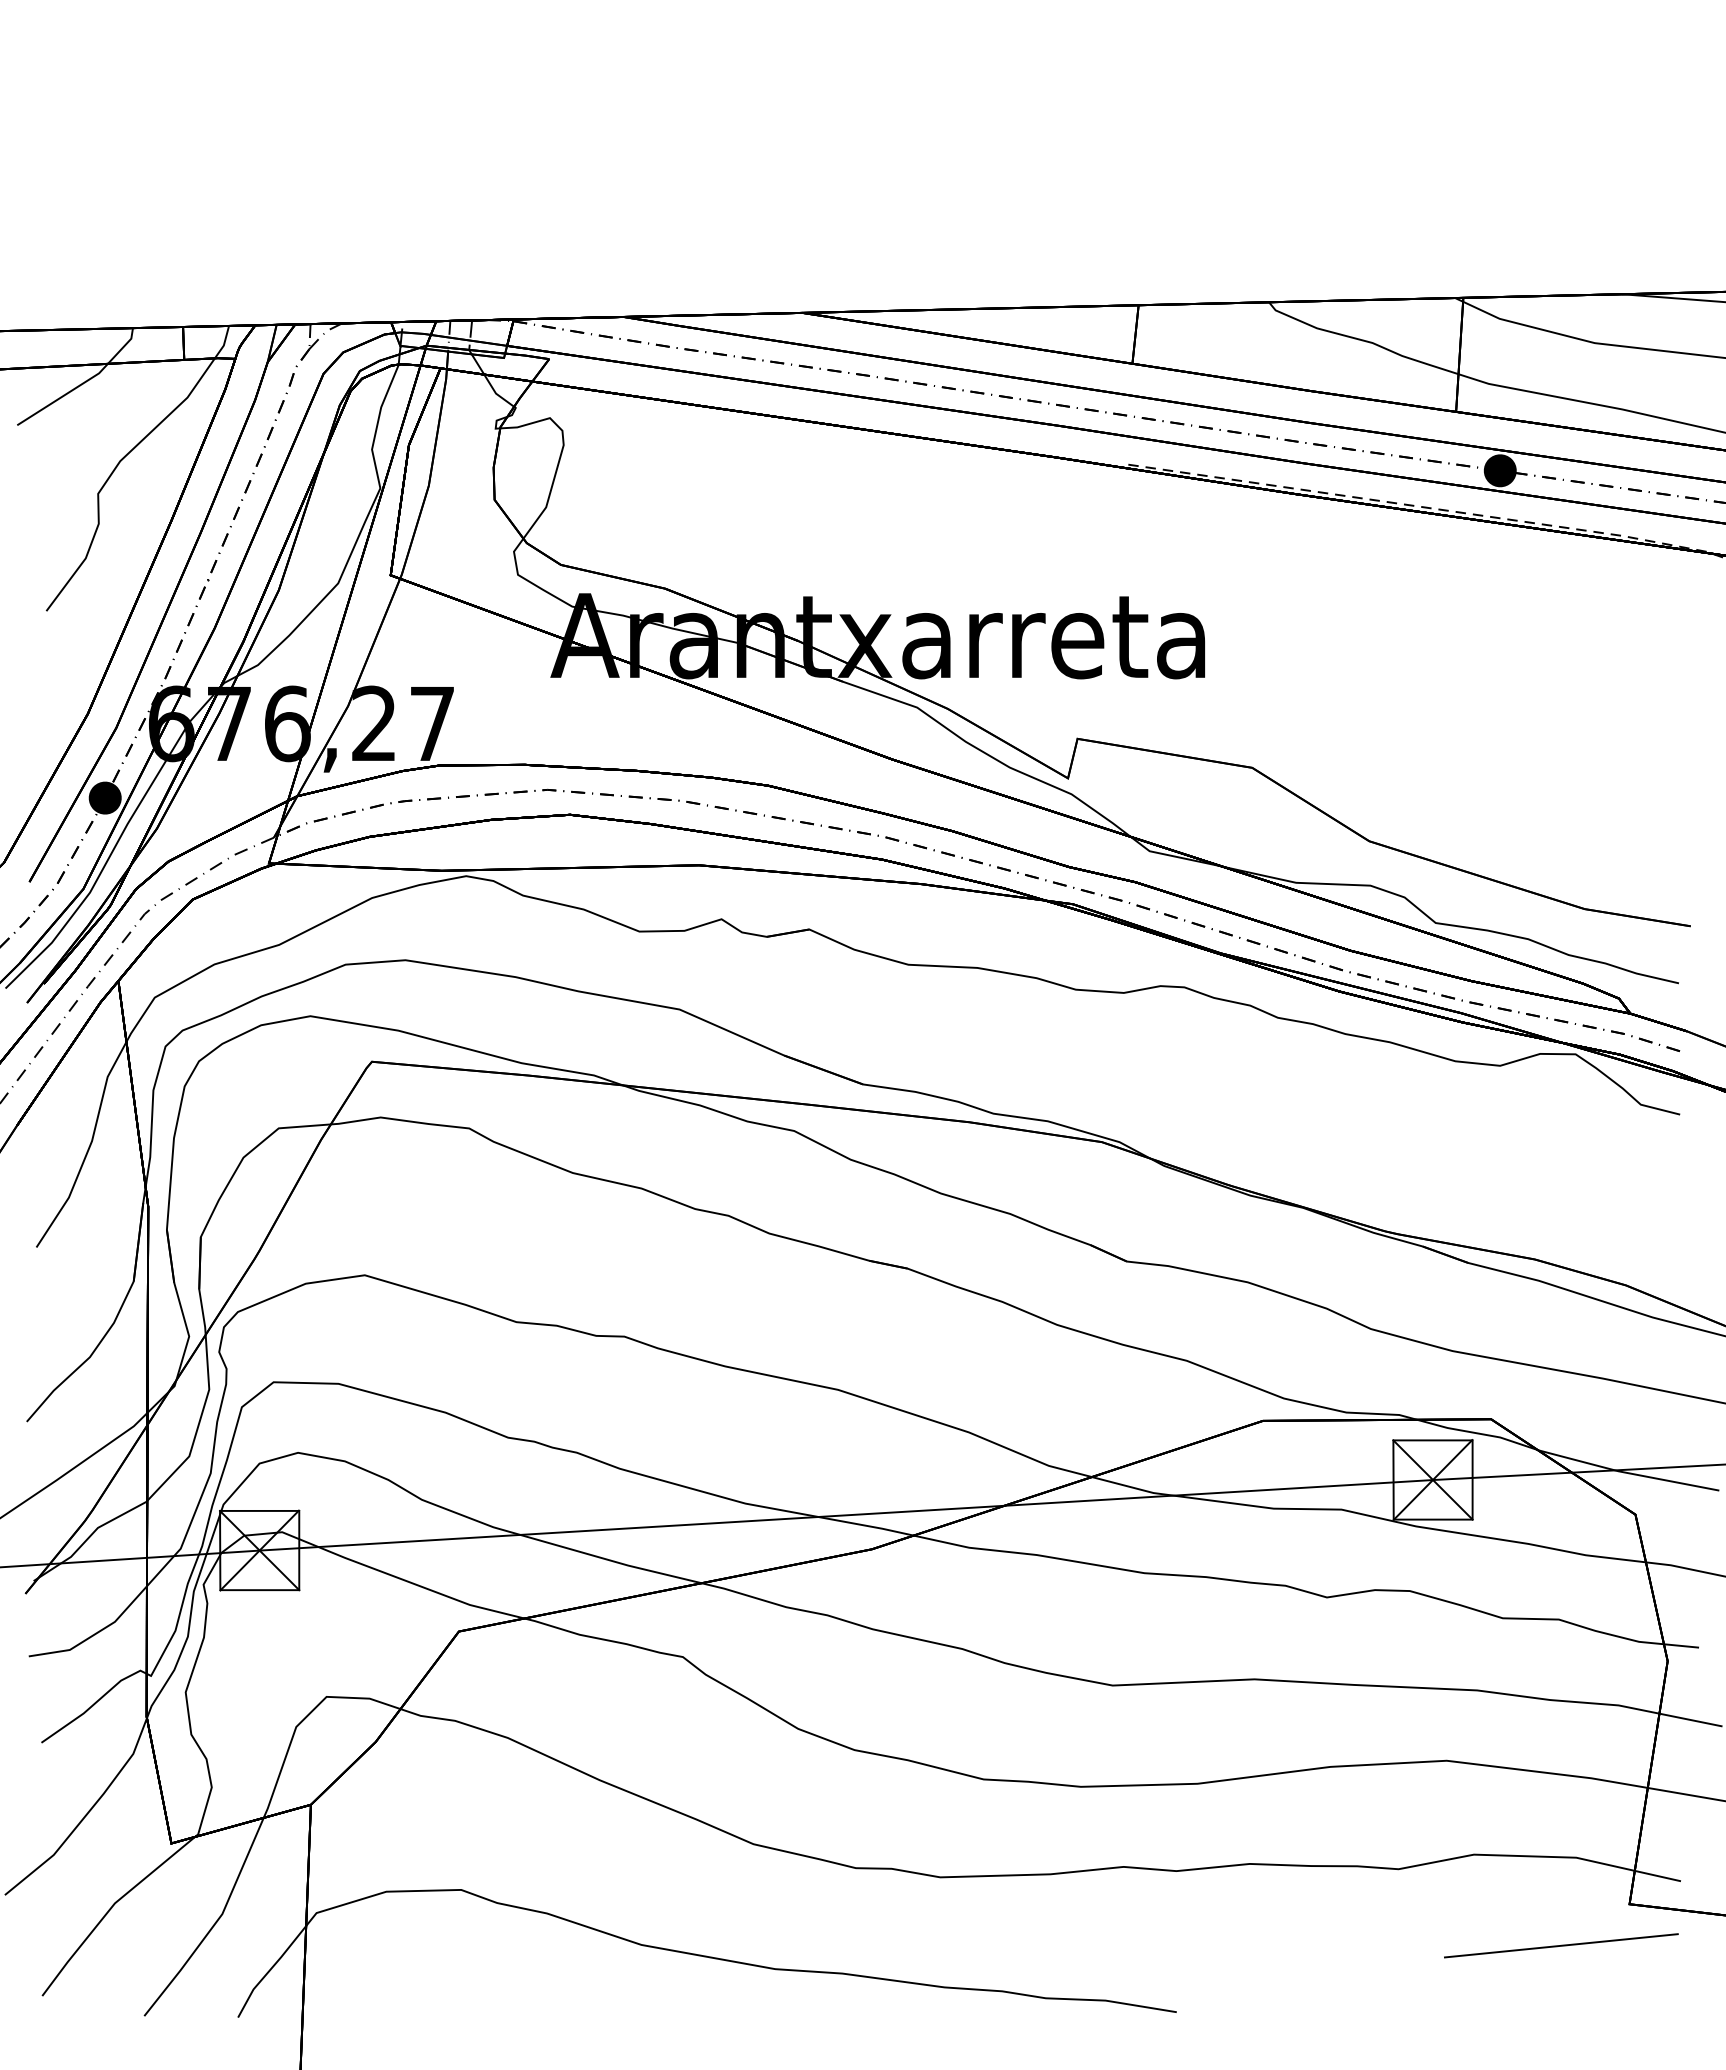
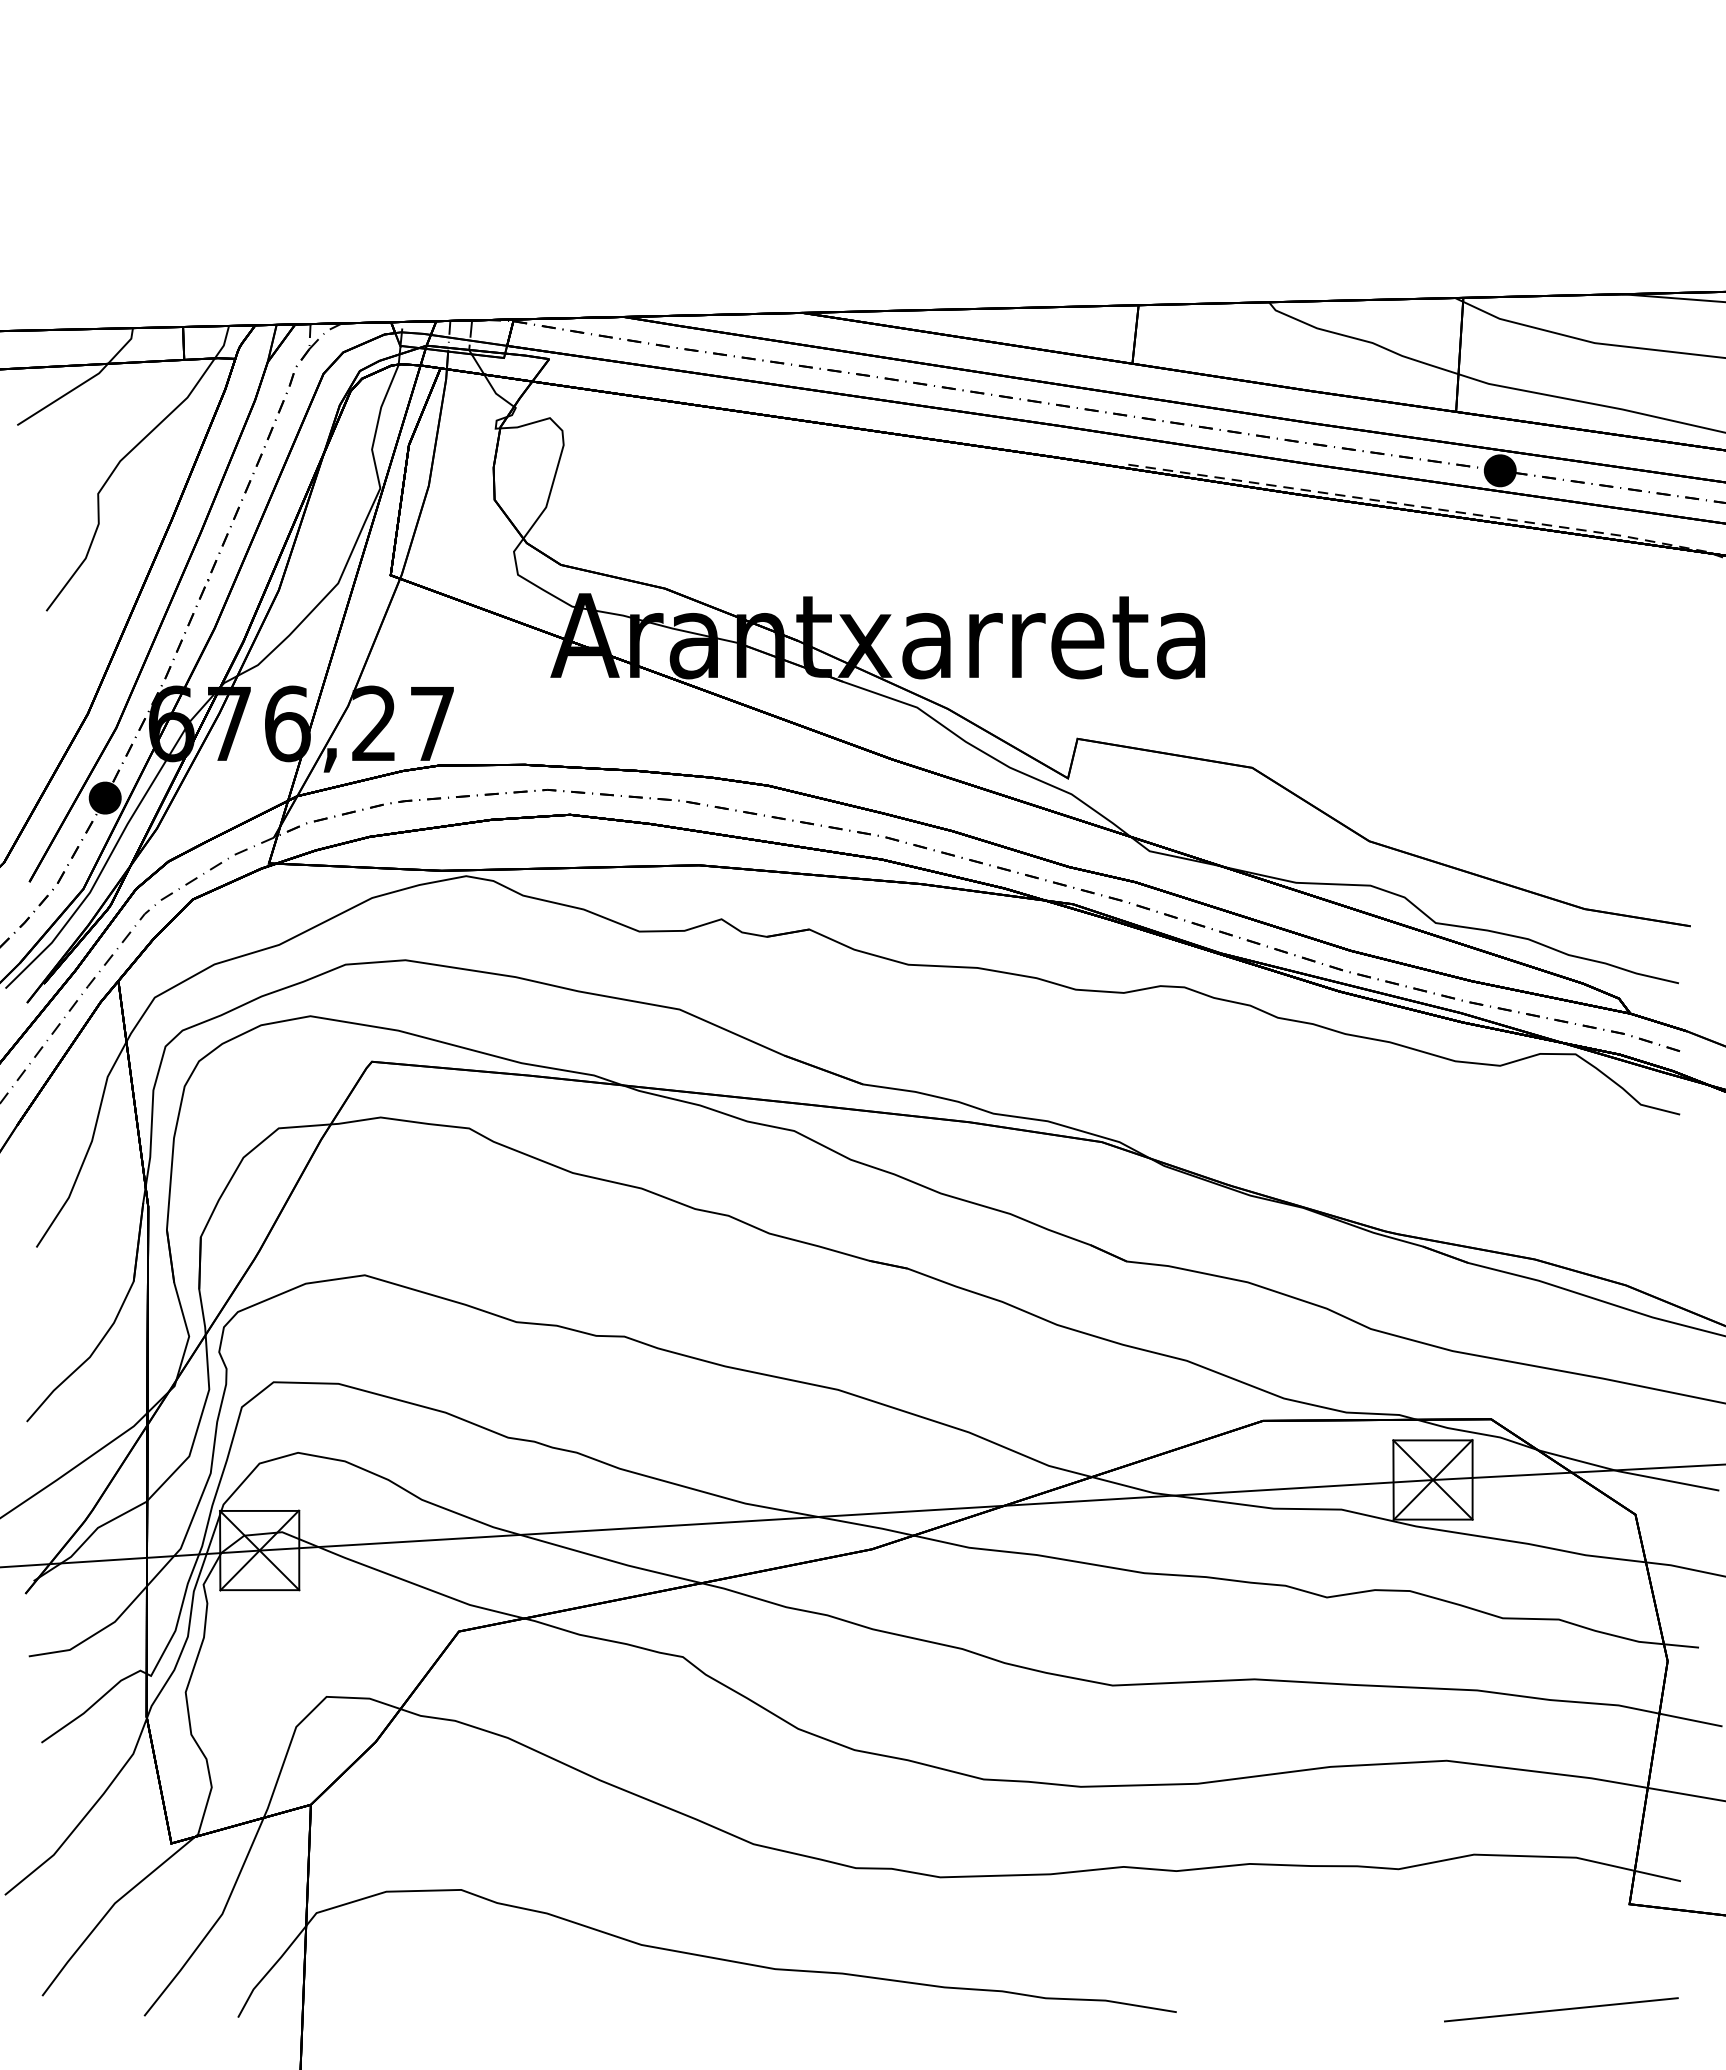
line at (1561, 1945) position: (1561, 1945) -> (1561, 2009)
